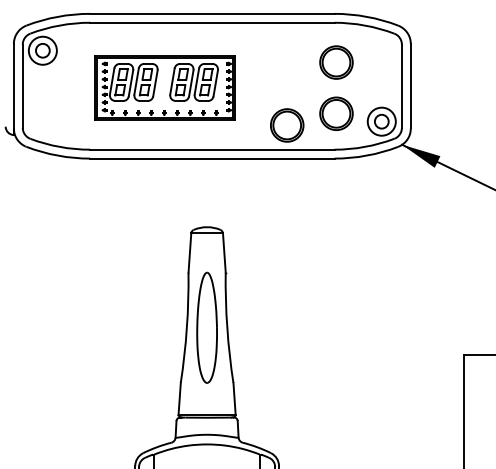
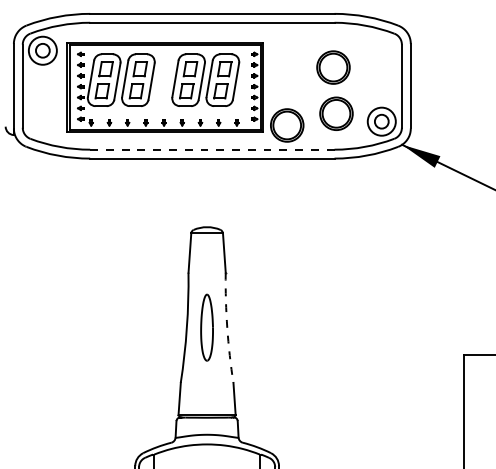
part at (336, 62) position: (336, 62) -> (333, 67)
part at (164, 87) size: 142x66 px -> 198x91 px
line at (212, 149): solid -> dashed
part at (206, 327) size: 22x113 px -> 14x69 px
arc at (227, 327): solid -> dashed
